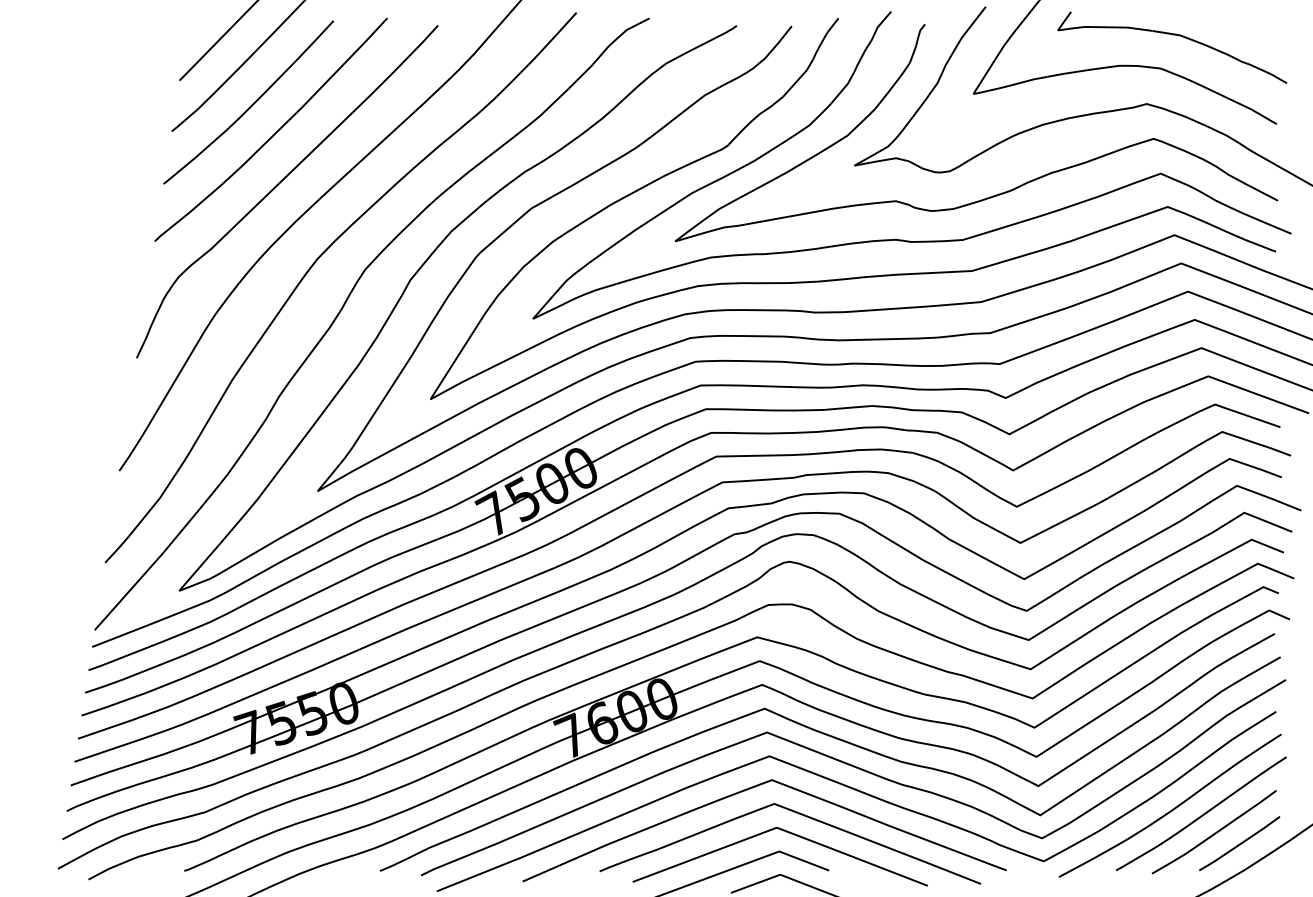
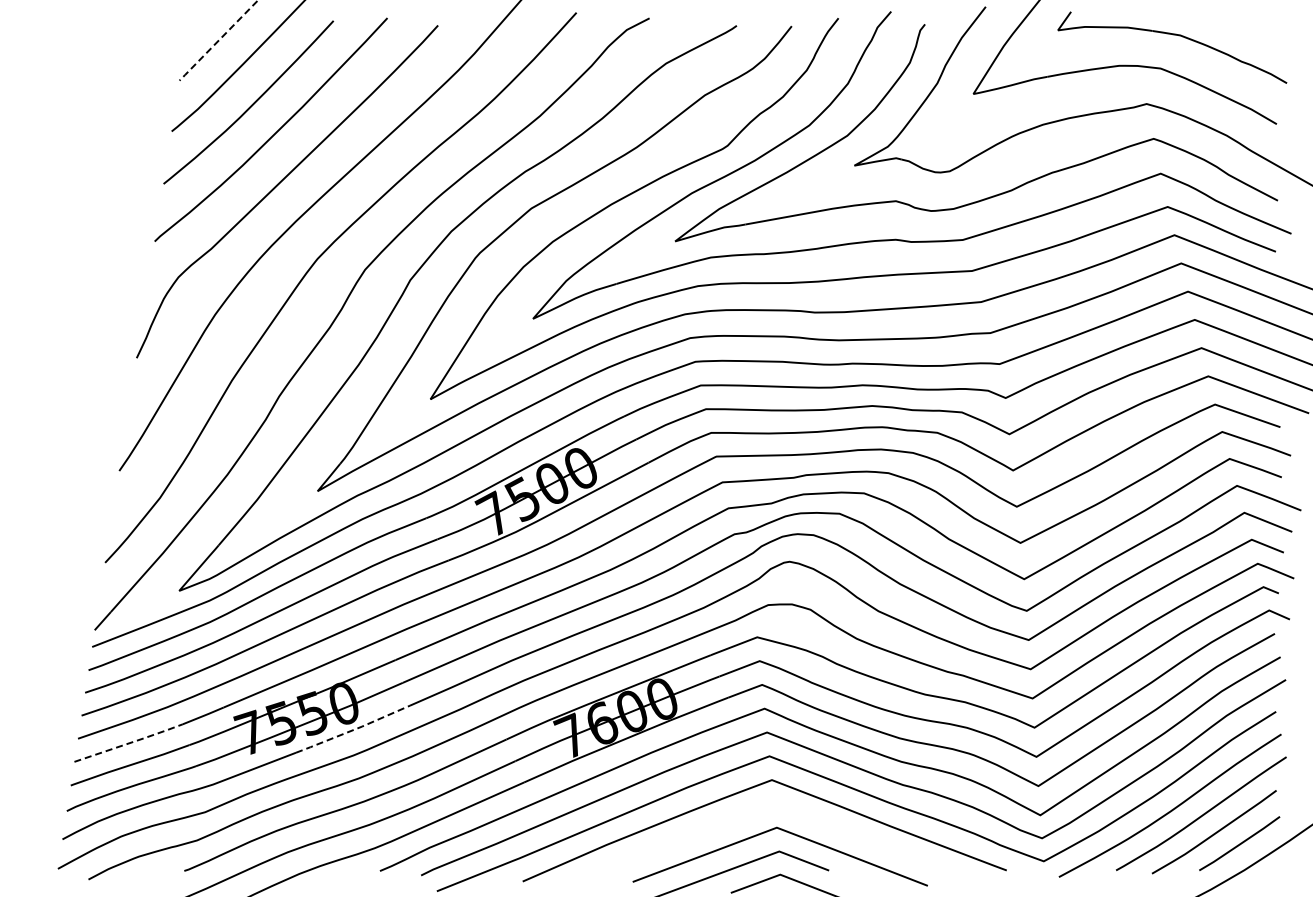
line at (217, 41): solid -> dashed
line at (353, 729): solid -> dashed
line at (129, 743): solid -> dashed
curve at (798, 814): present -> none
